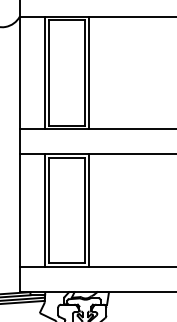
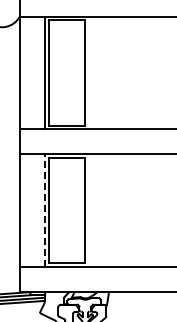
line at (88, 72): present -> none
line at (44, 210): solid -> dashed
line at (88, 210): present -> none
